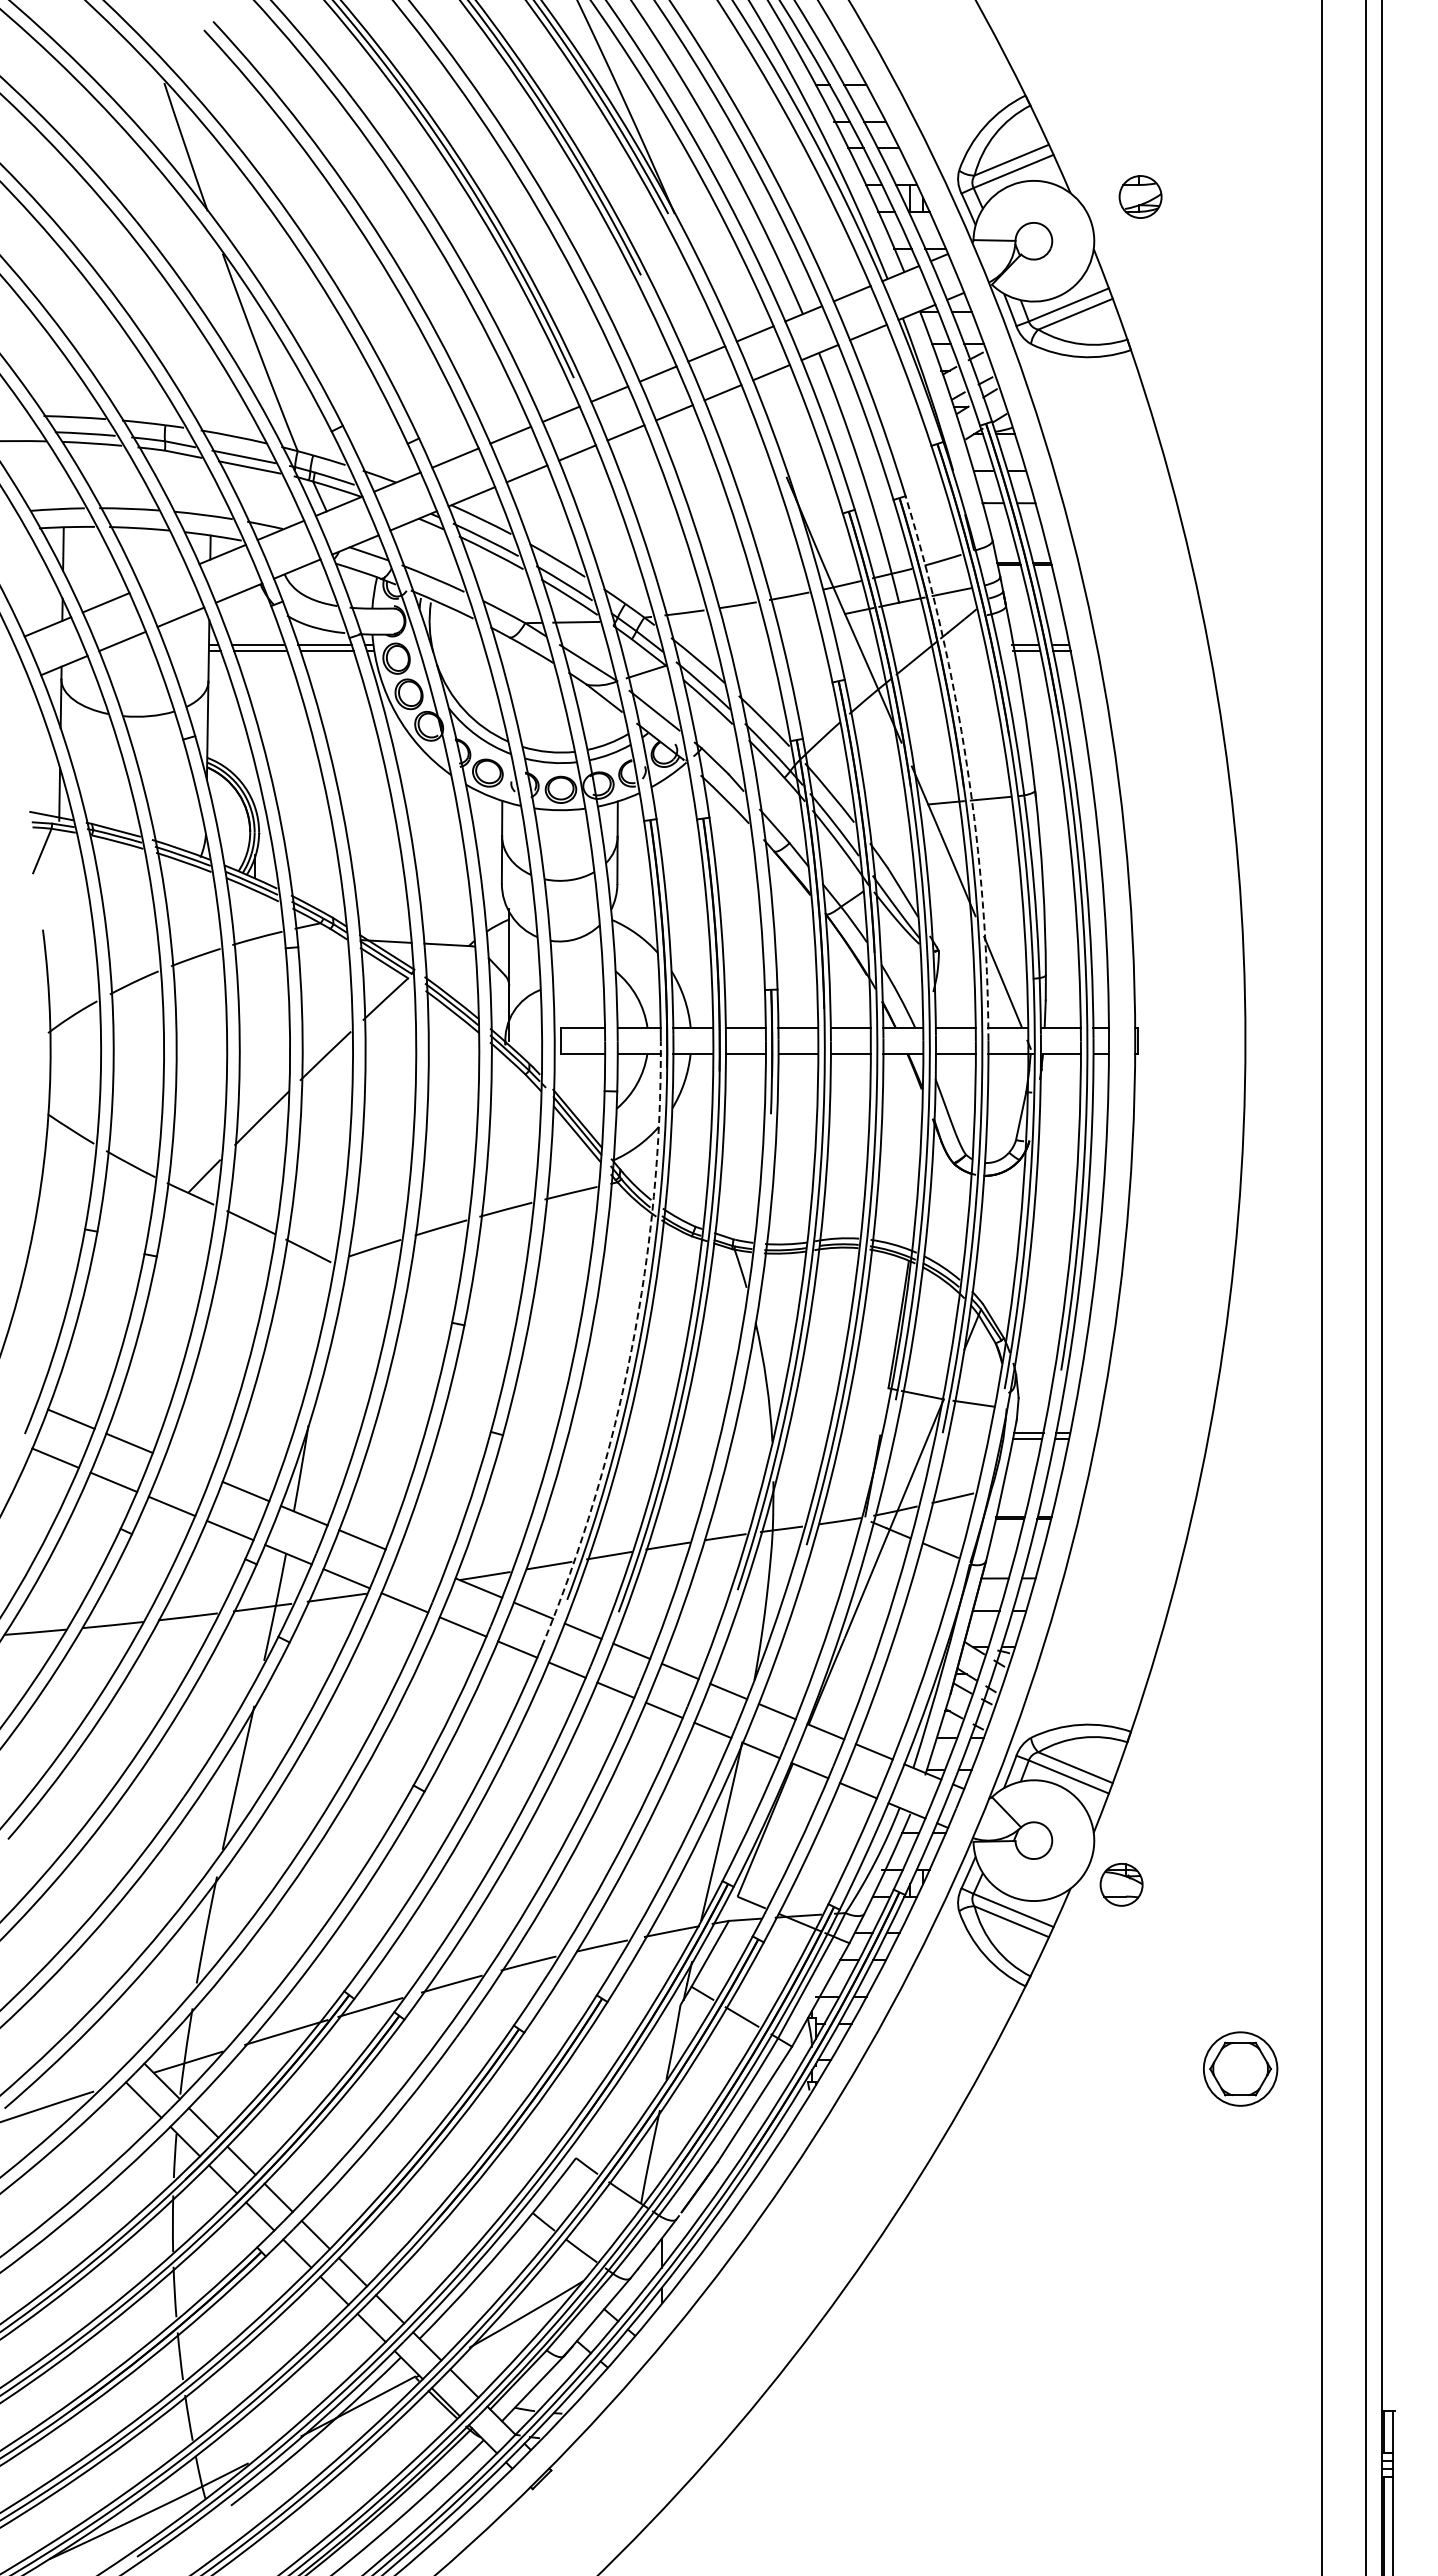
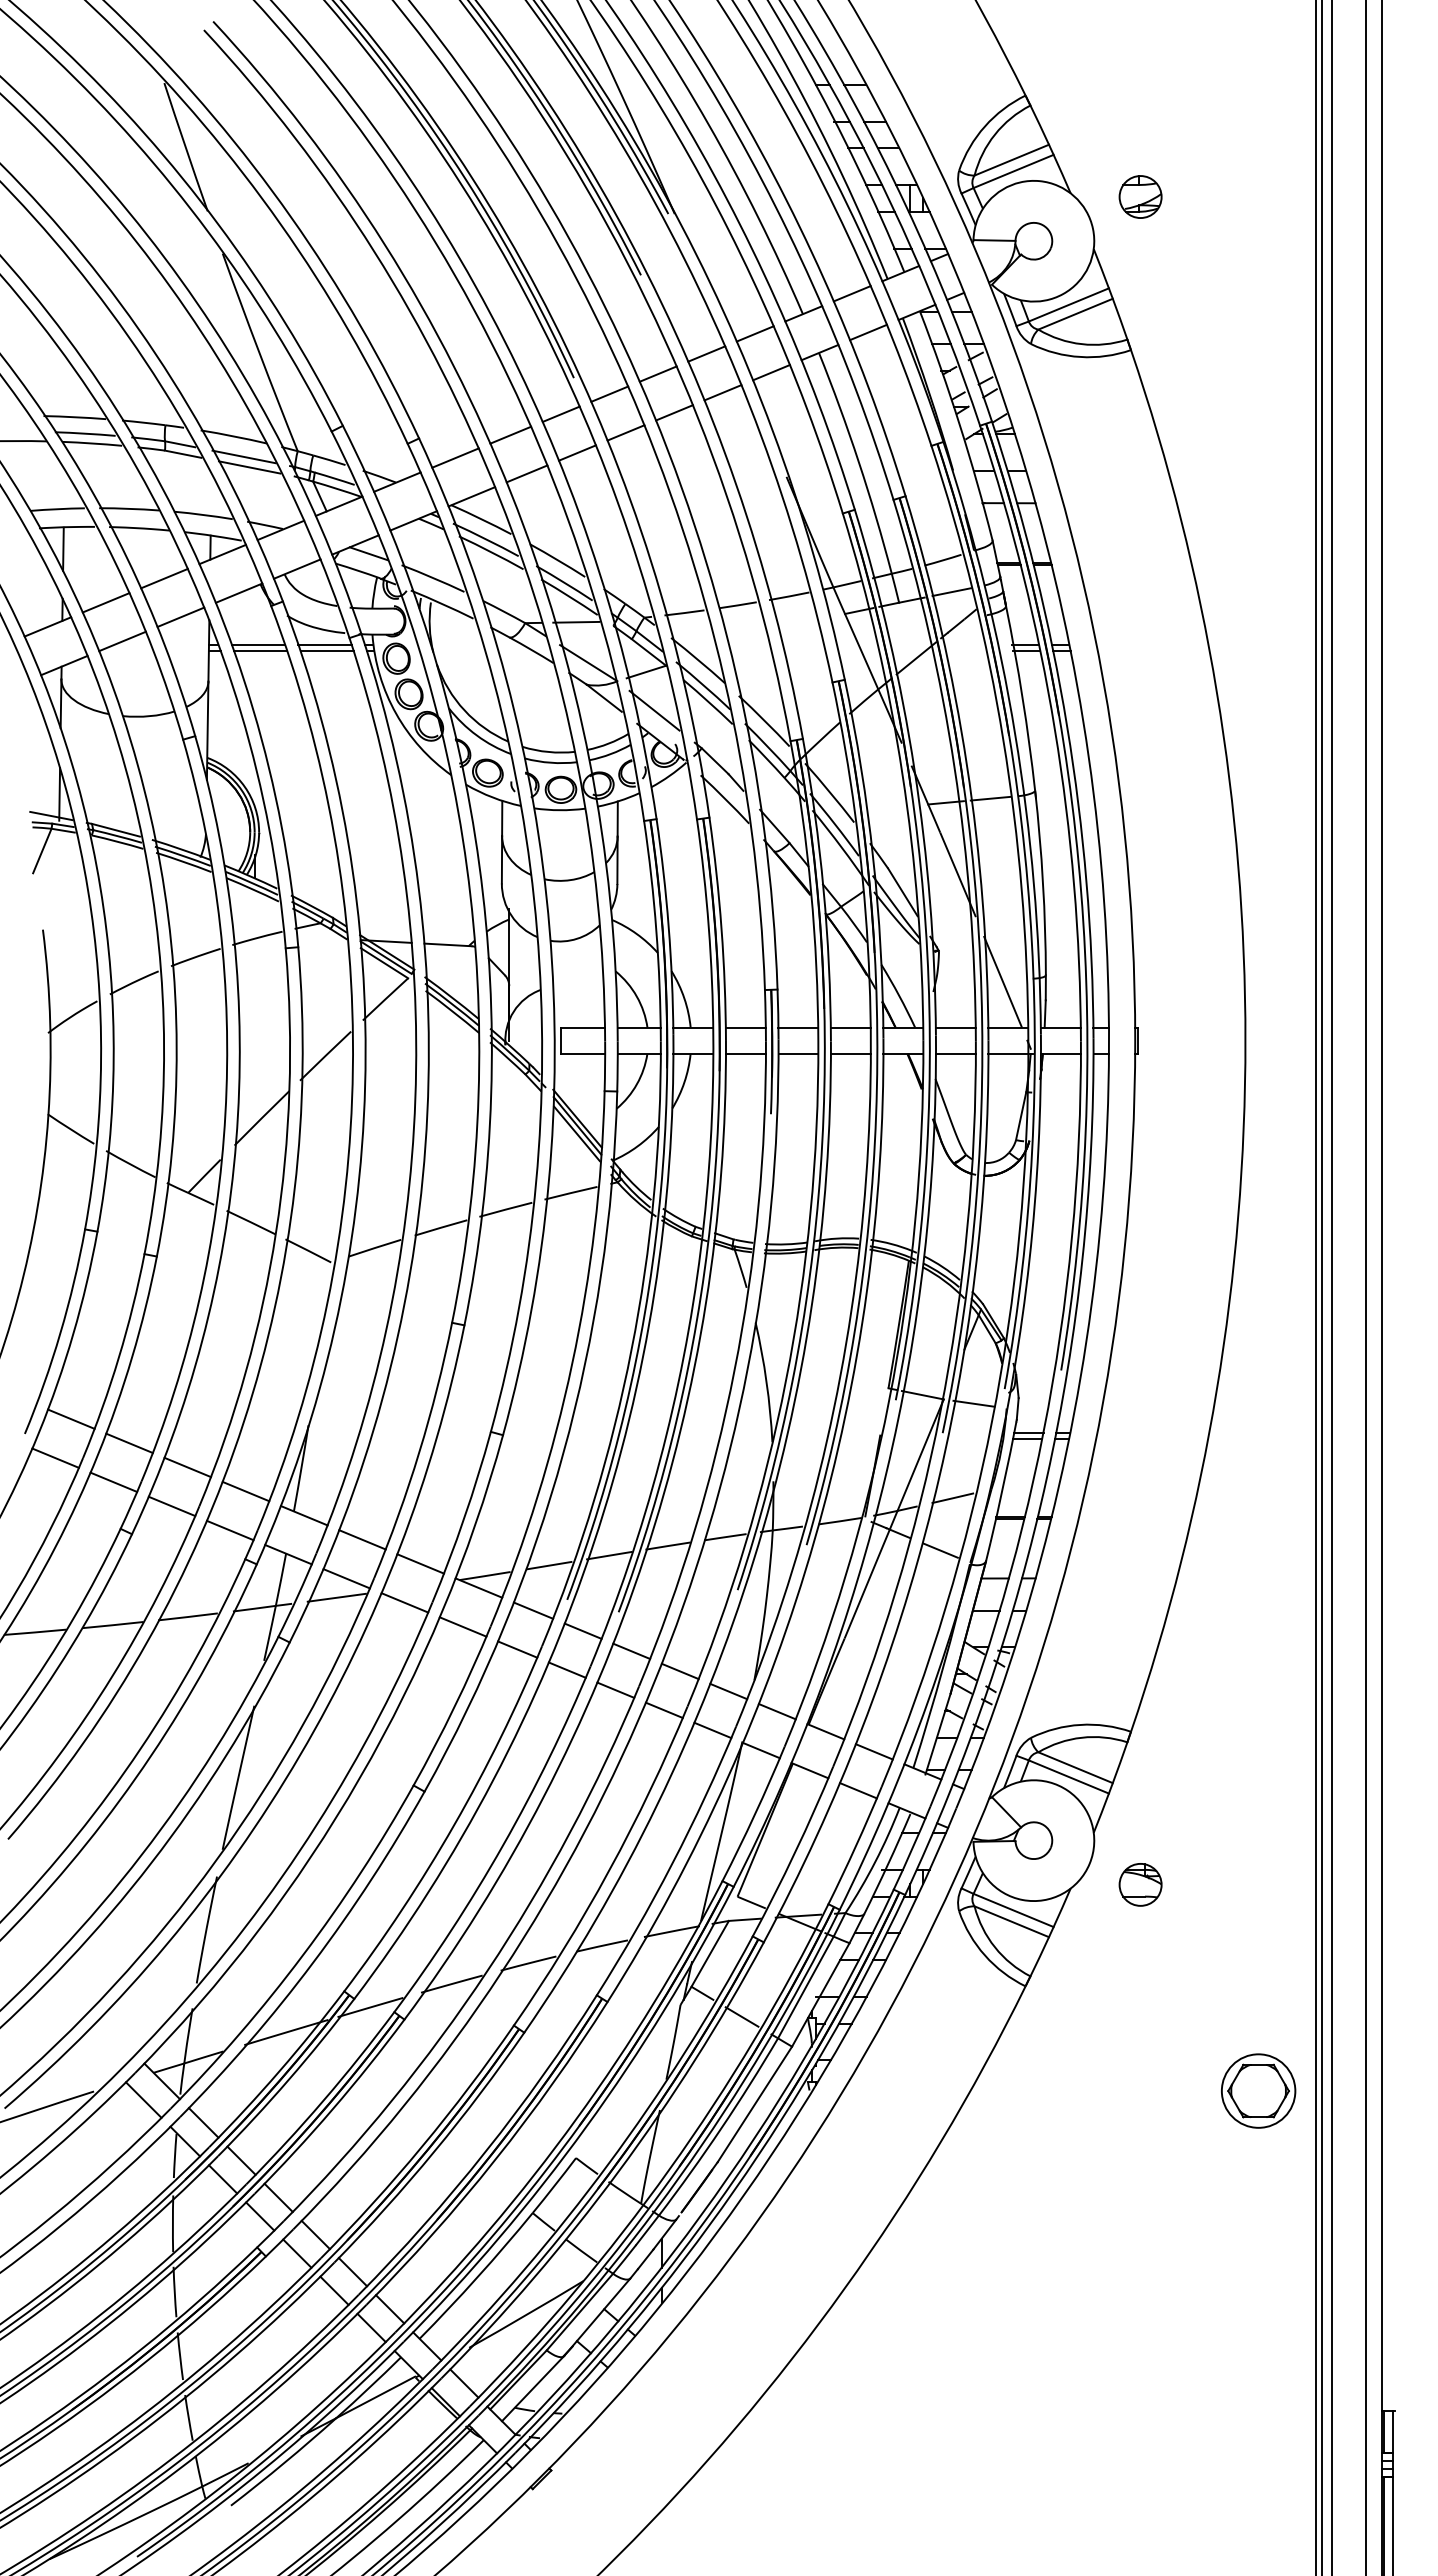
line at (164, 578): none -> present
arc at (966, 765): dashed -> solid
line at (1316, 1287): none -> present
line at (1332, 1287): none -> present
arc at (631, 1349): dashed -> solid
line at (187, 1467): none -> present
line at (420, 1563): none -> present
part at (1121, 1884) position: (1121, 1884) -> (1140, 1884)
part at (1240, 2068) position: (1240, 2068) -> (1258, 2090)
